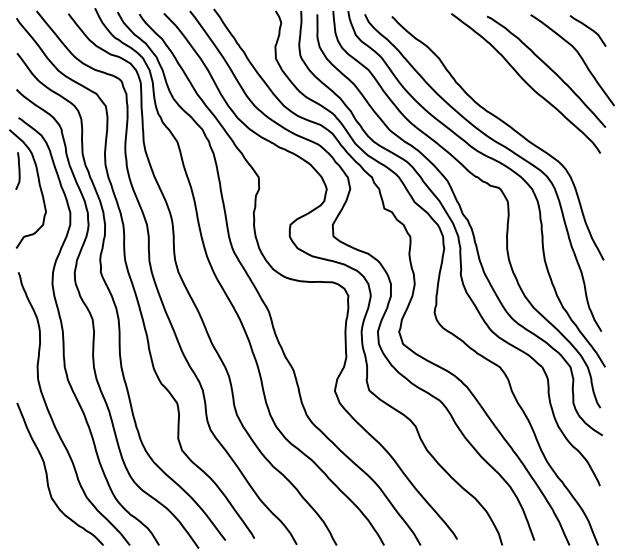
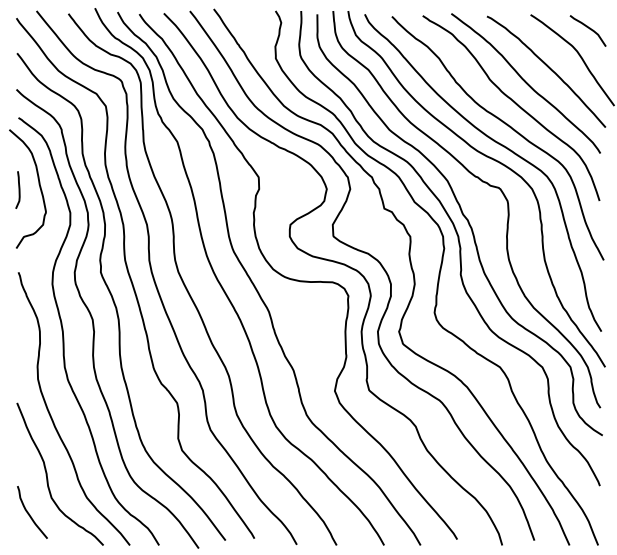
curve at (514, 103): none -> present
curve at (18, 170) position: (18, 170) -> (18, 189)
curve at (30, 514): none -> present
